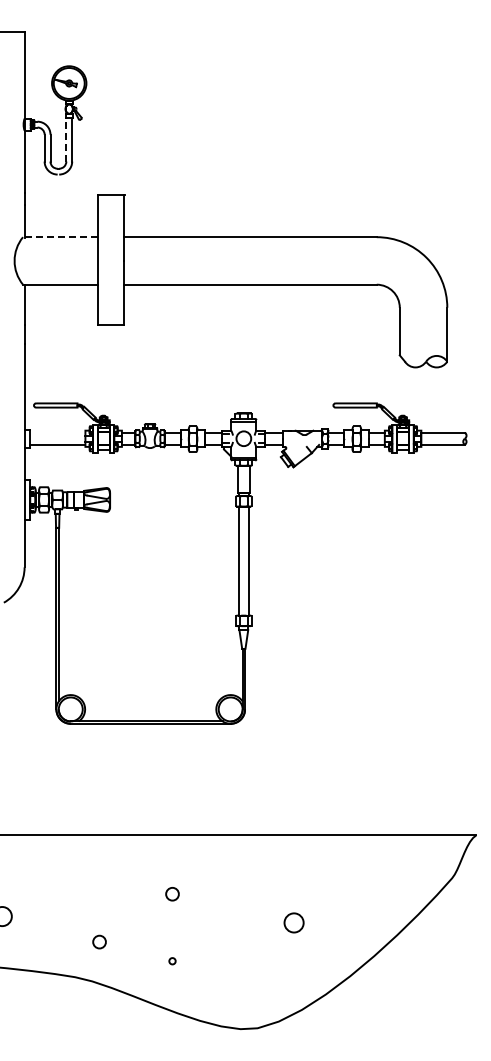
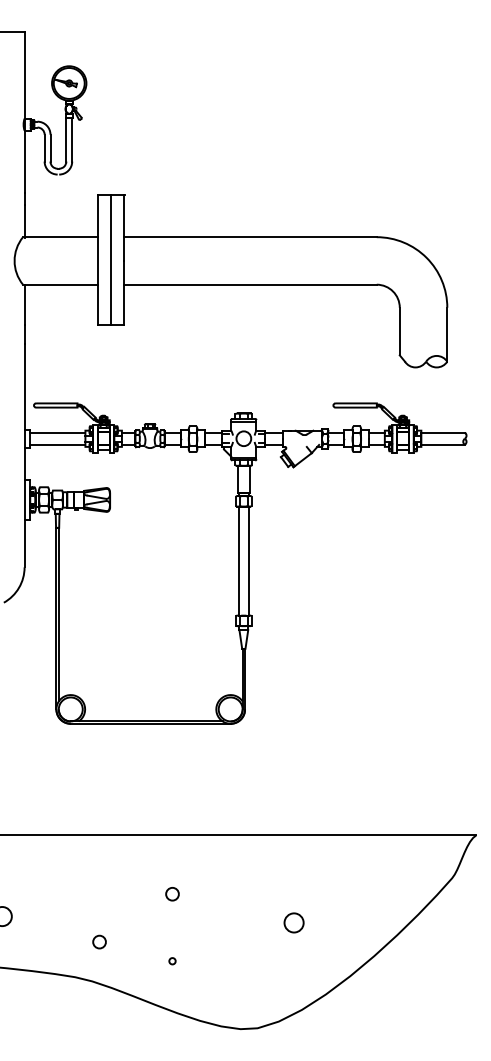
line at (66, 139): dashed -> solid
line at (60, 237): dashed -> solid
line at (111, 260): none -> present
line at (57, 432): none -> present
